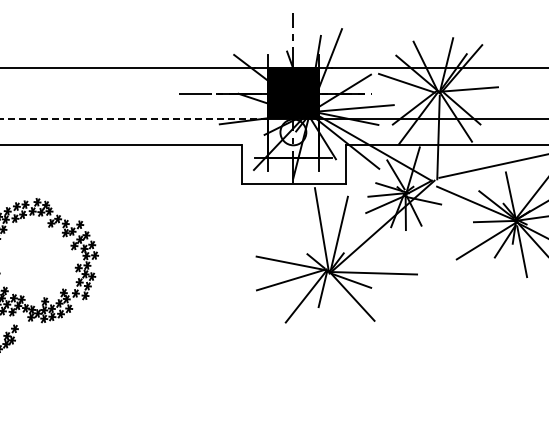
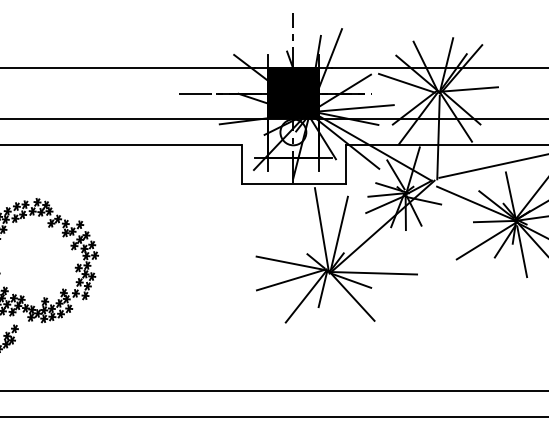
line at (133, 119): dashed -> solid
line at (273, 391): none -> present
line at (273, 417): none -> present
